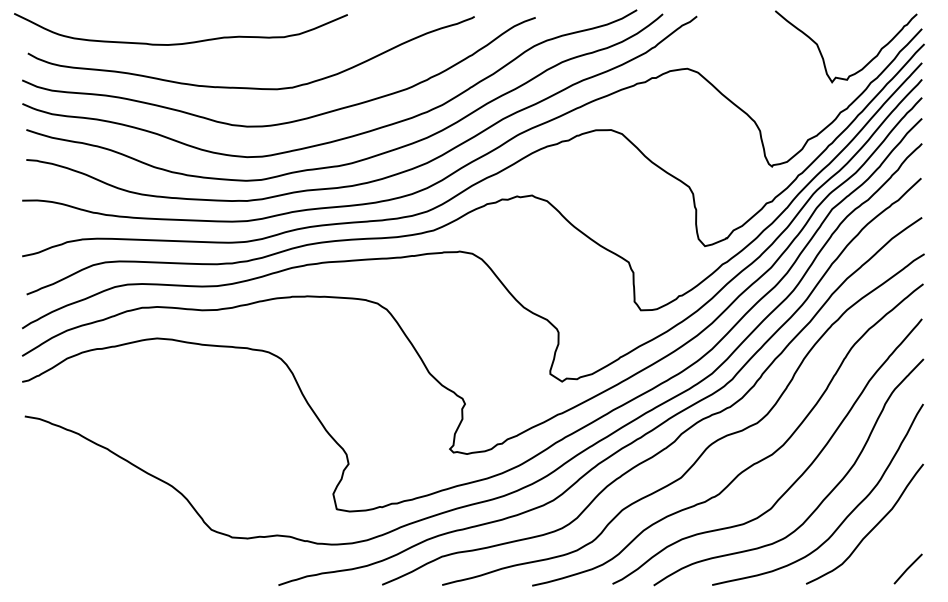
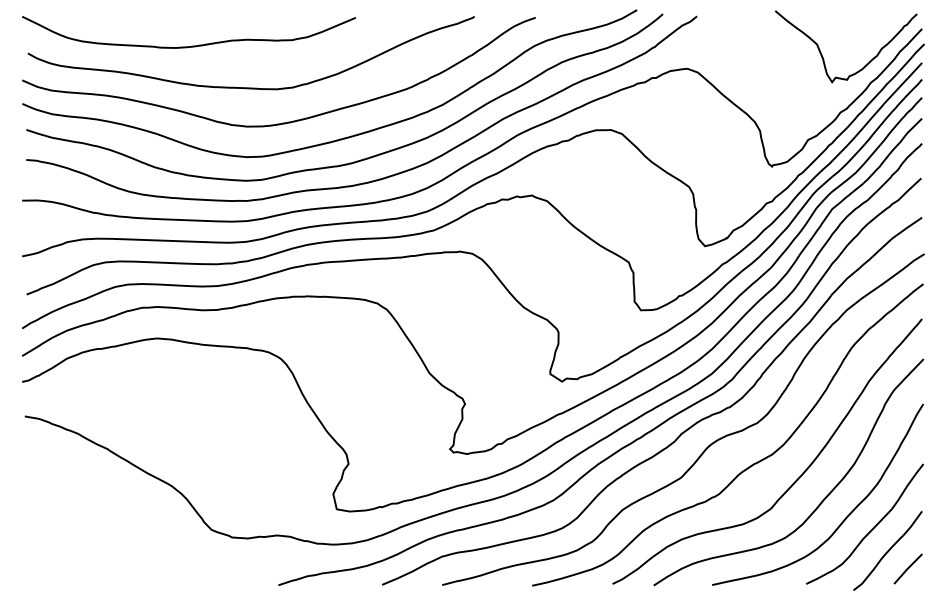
curve at (183, 42) position: (183, 42) -> (191, 45)
curve at (887, 550): none -> present
